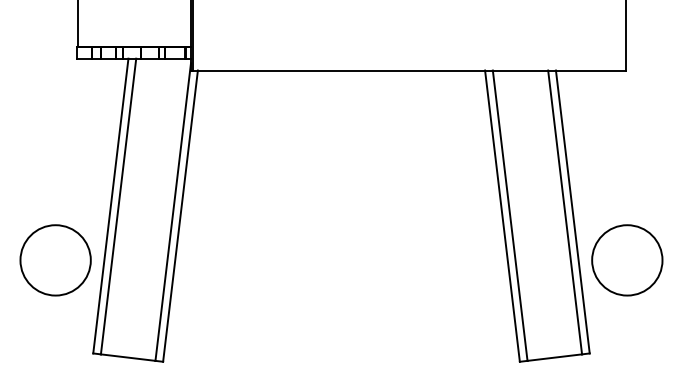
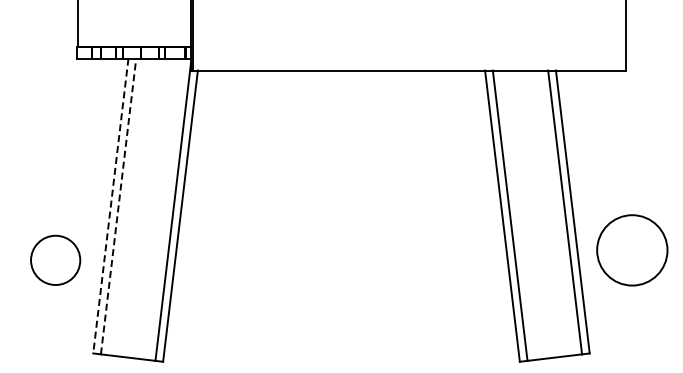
line at (110, 206): solid -> dashed
line at (118, 206): solid -> dashed
circle at (55, 260) diameter: 70 px -> 49 px
circle at (627, 260) position: (627, 260) -> (632, 250)
